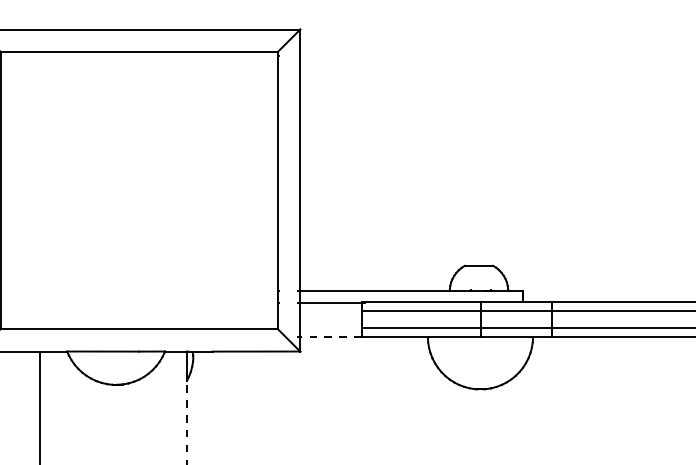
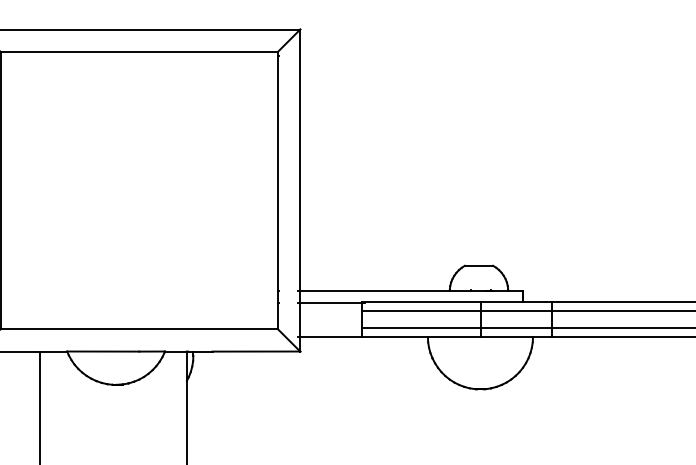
line at (330, 337): dashed -> solid
line at (186, 422): dashed -> solid
